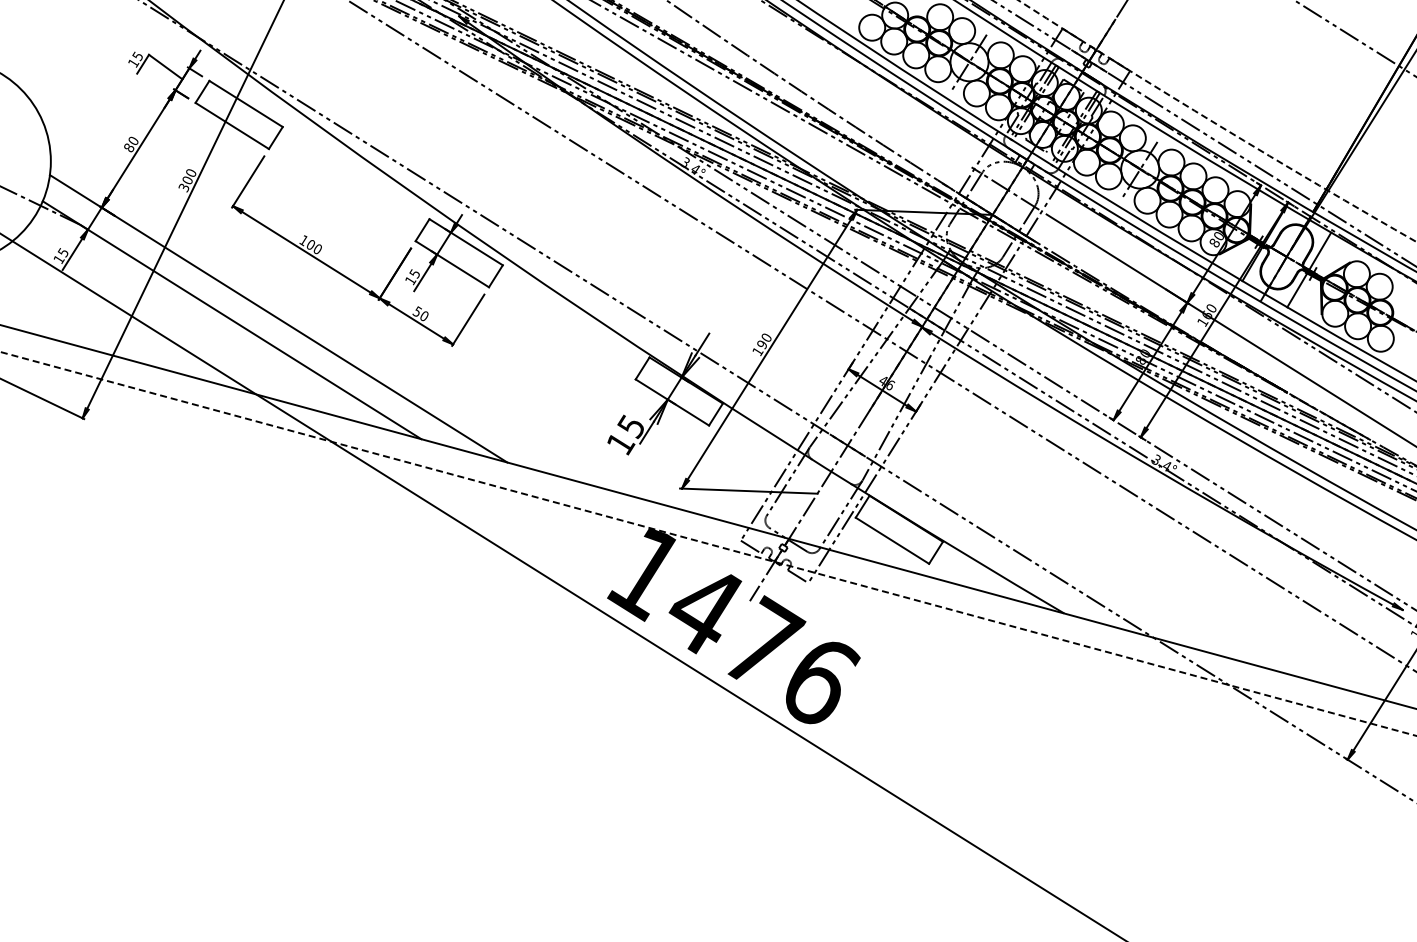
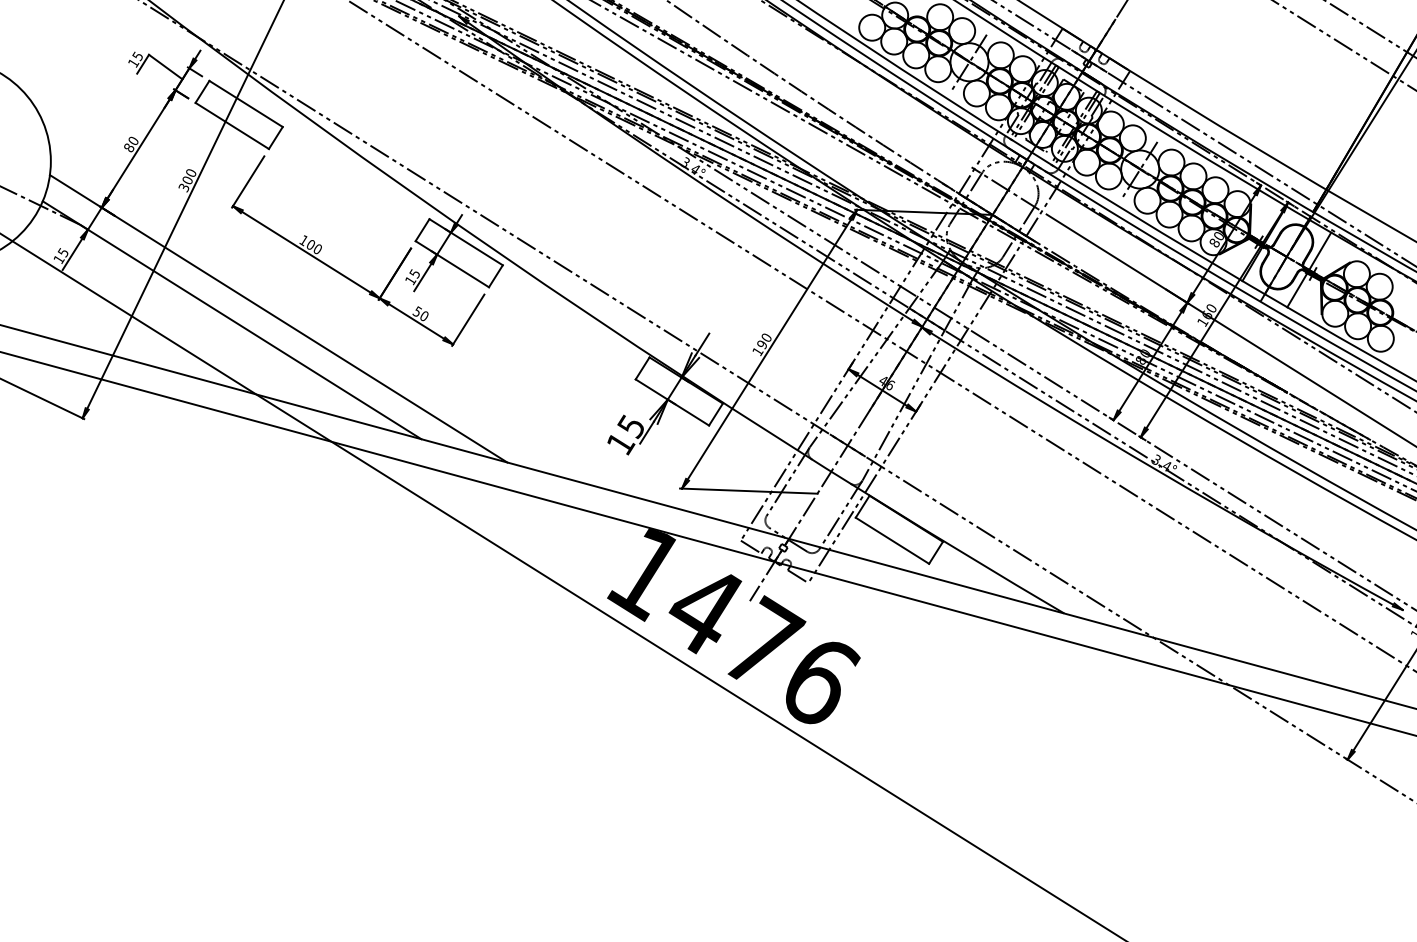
line at (1370, 28): none -> present
line at (1355, 38) position: (1355, 38) -> (1344, 45)
arc at (1216, 123): dashed -> solid
line at (709, 544): dashed -> solid
